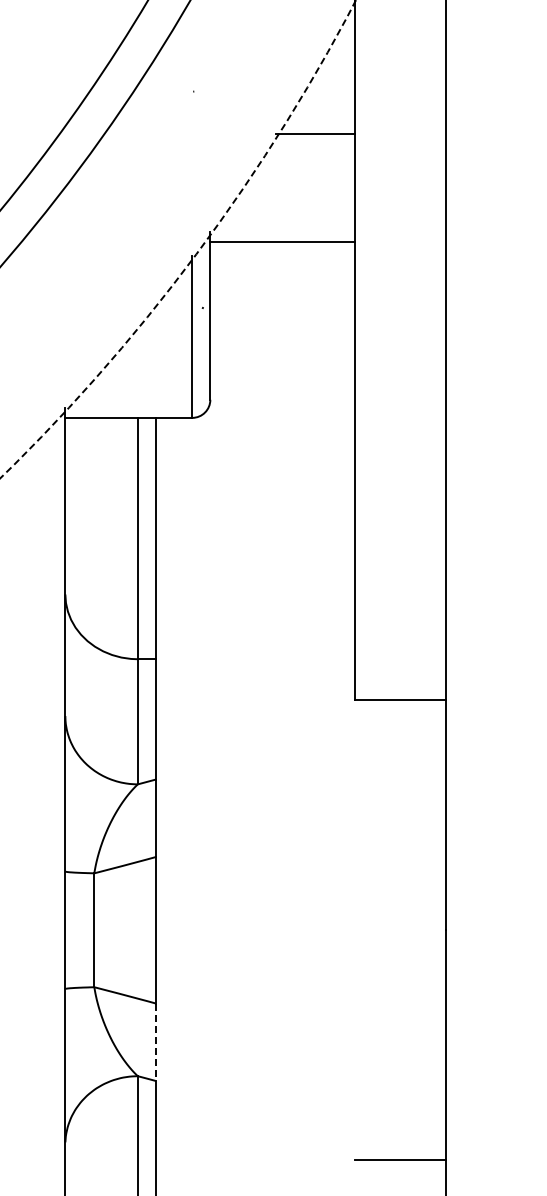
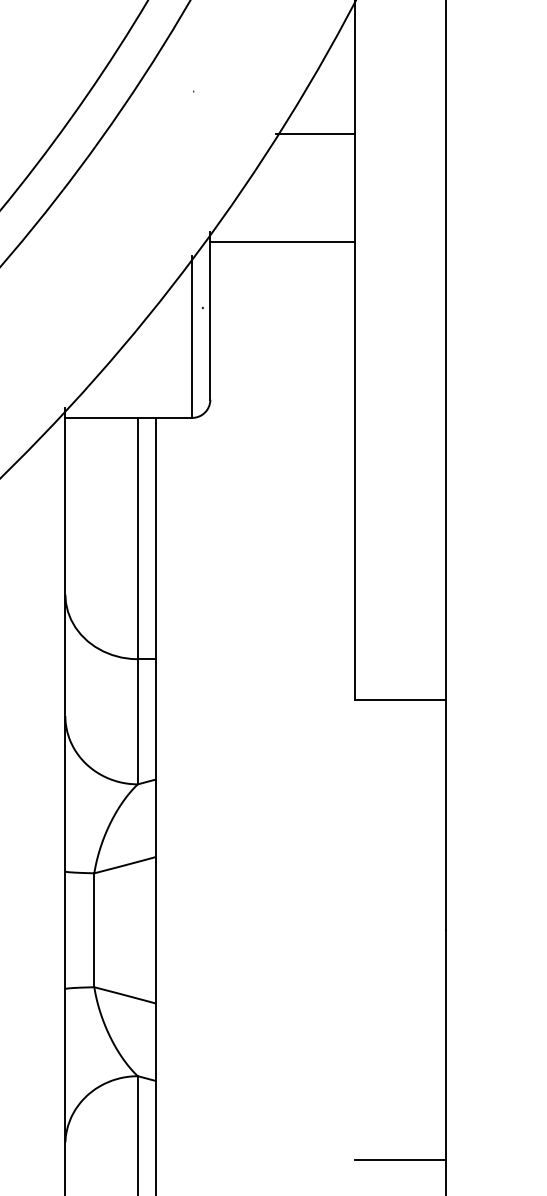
arc at (198, 251): dashed -> solid
line at (155, 1042): dashed -> solid
